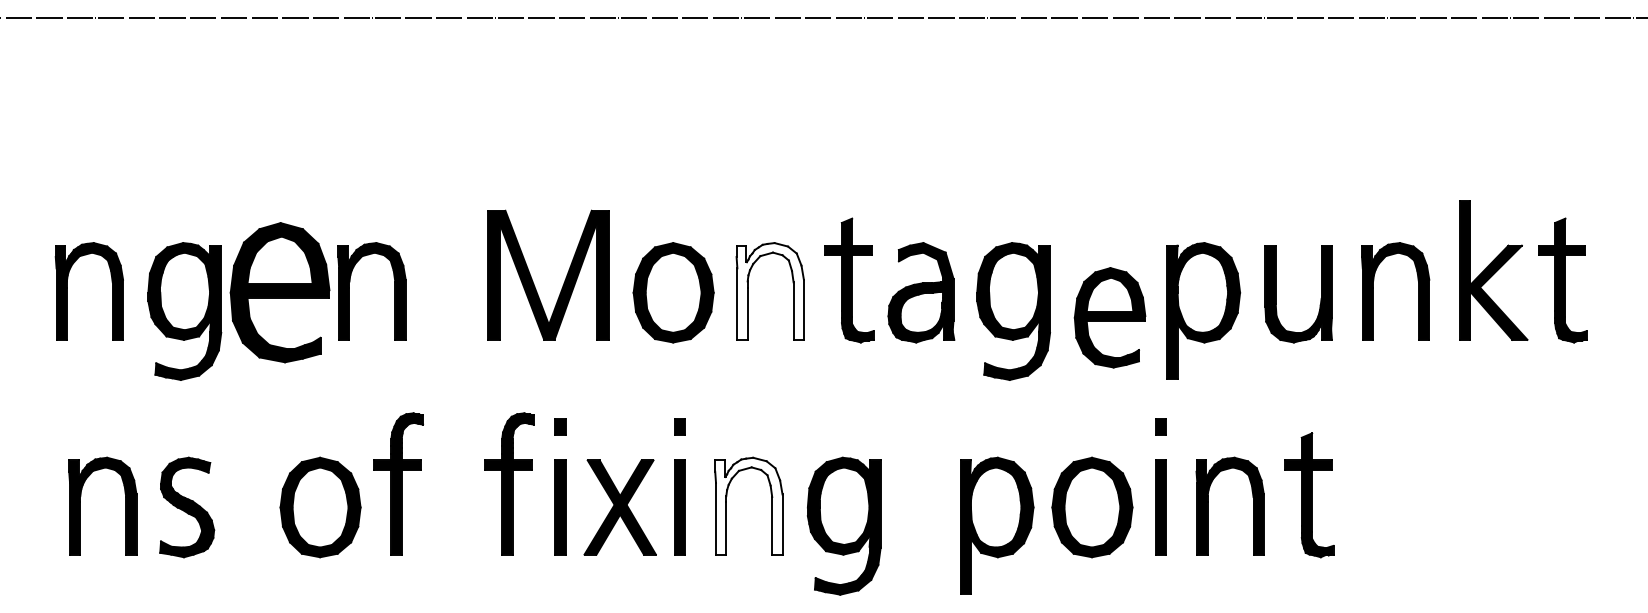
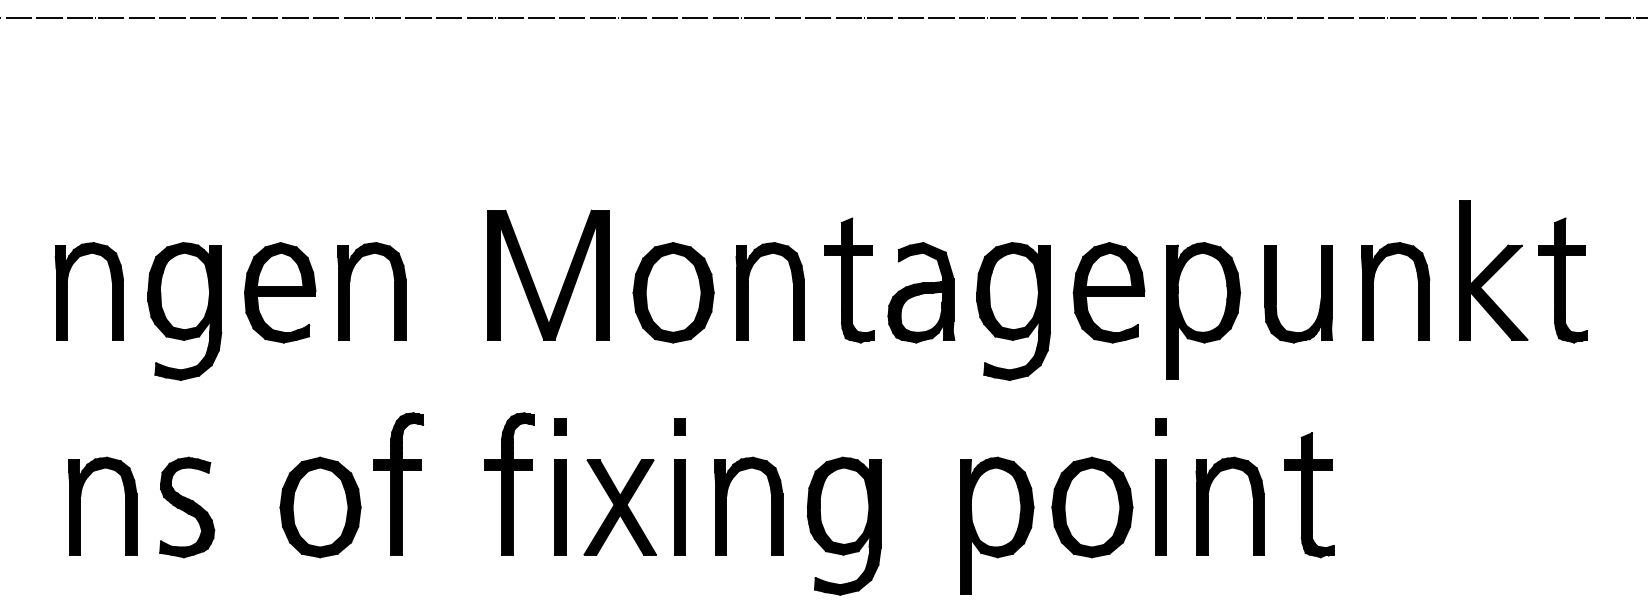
fill at (769, 291): none -> present
part at (279, 292) size: 102x142 px -> 73x102 px
part at (1109, 317) position: (1109, 317) -> (1108, 292)
fill at (748, 505): none -> present
